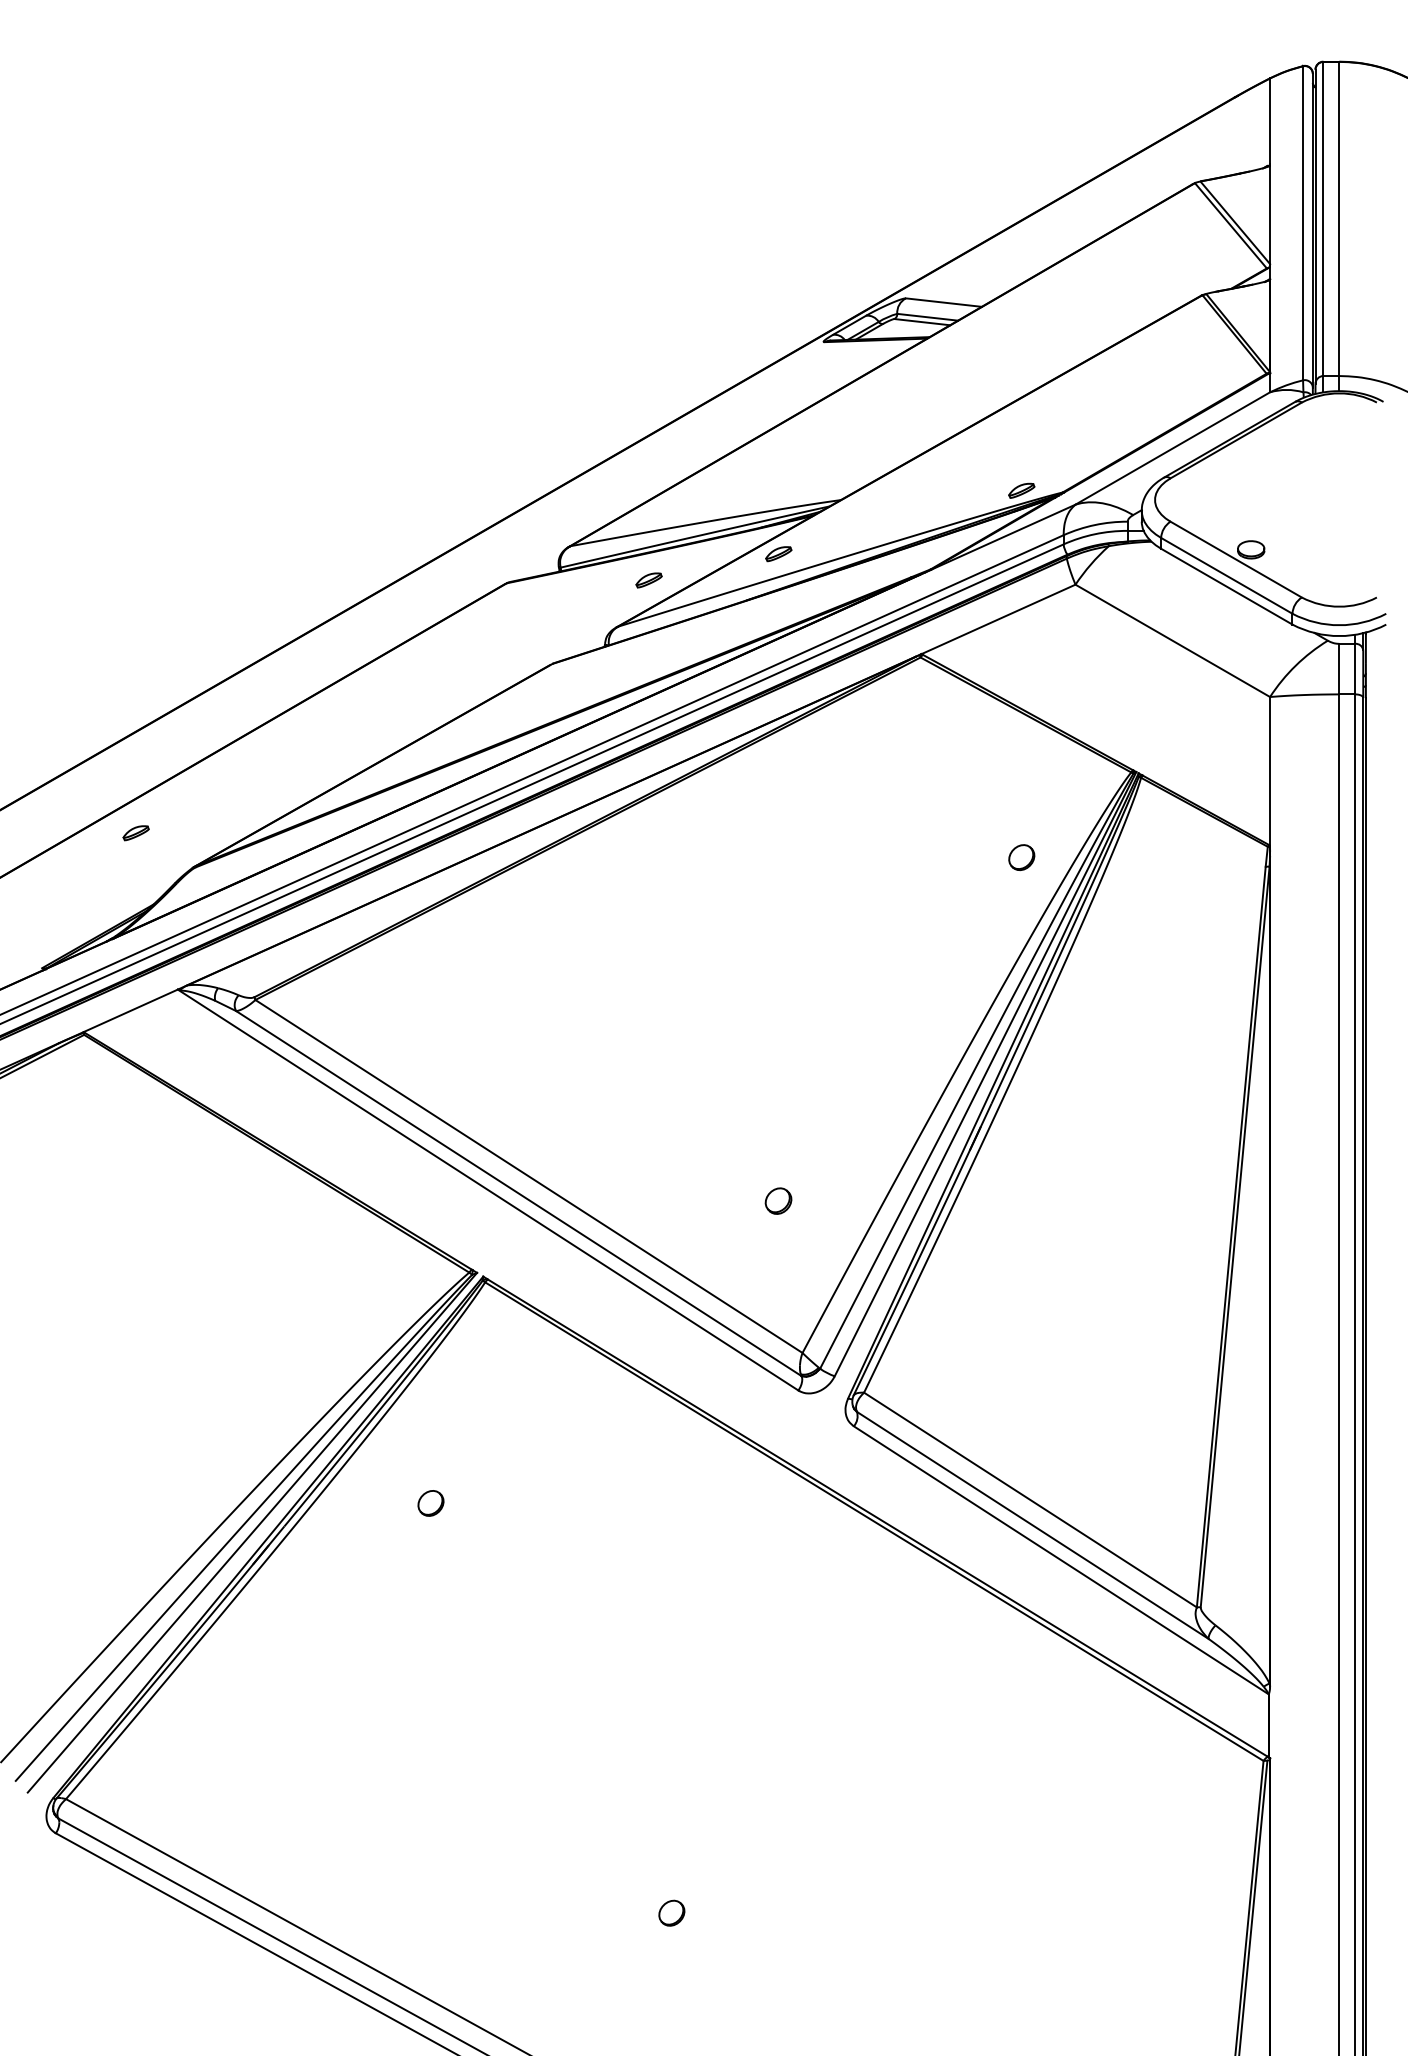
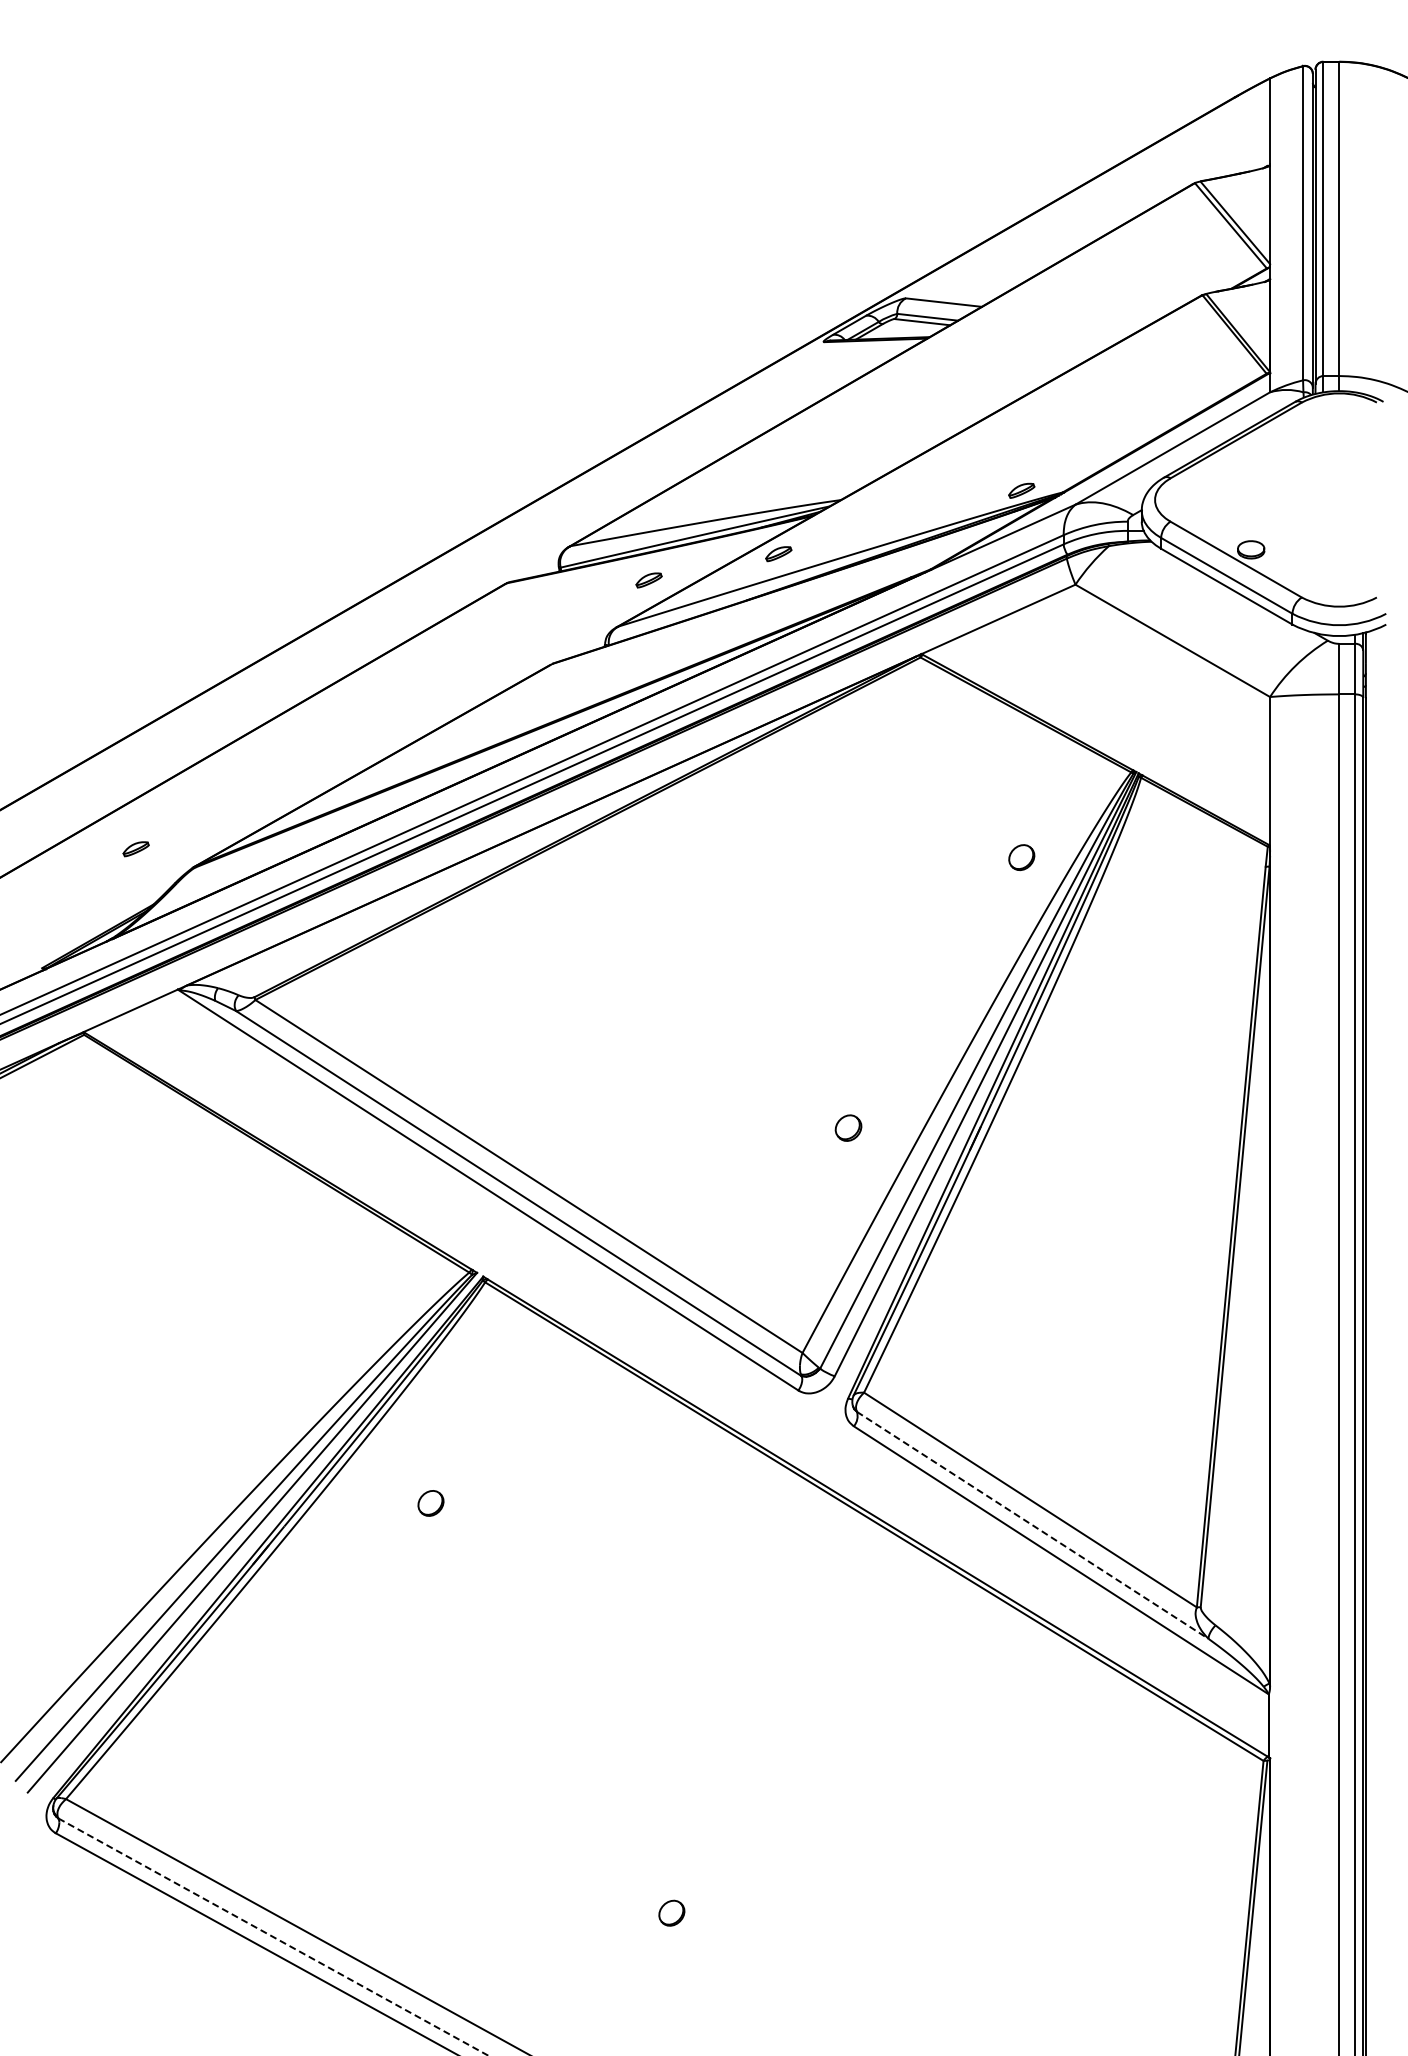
part at (135, 833) position: (135, 833) -> (135, 849)
part at (778, 1200) position: (778, 1200) -> (848, 1127)
line at (1033, 1525): solid -> dashed
line at (273, 1937): solid -> dashed
